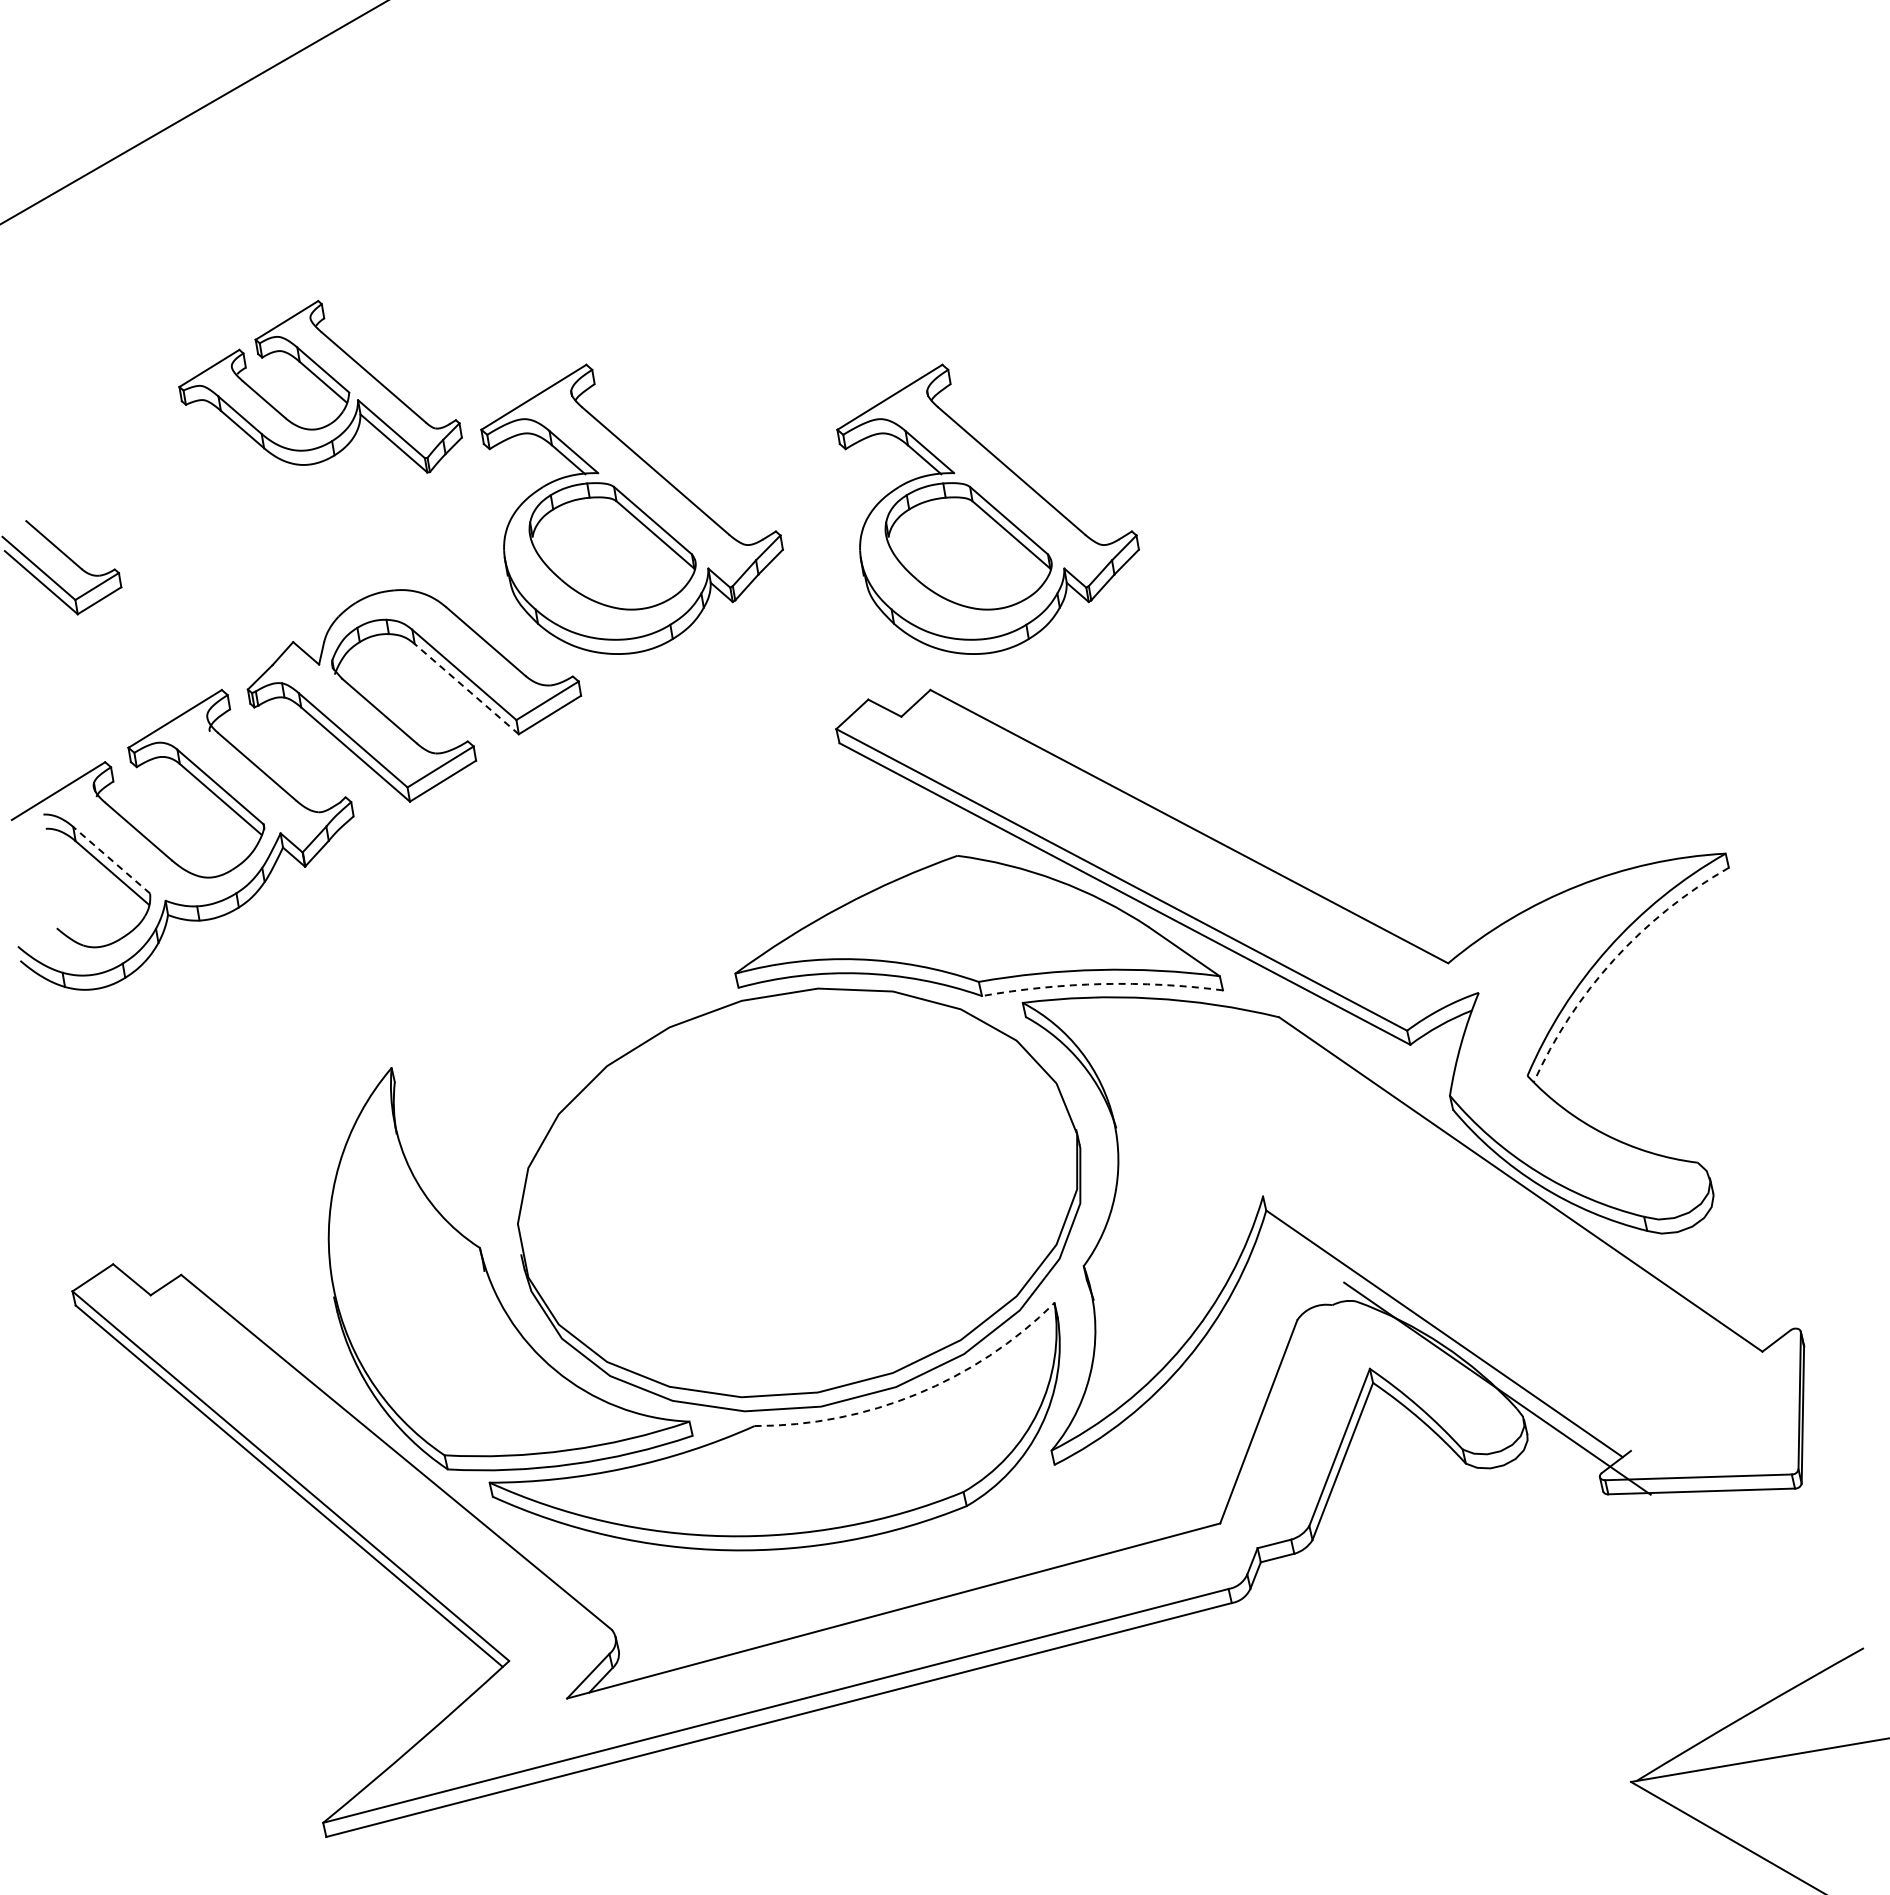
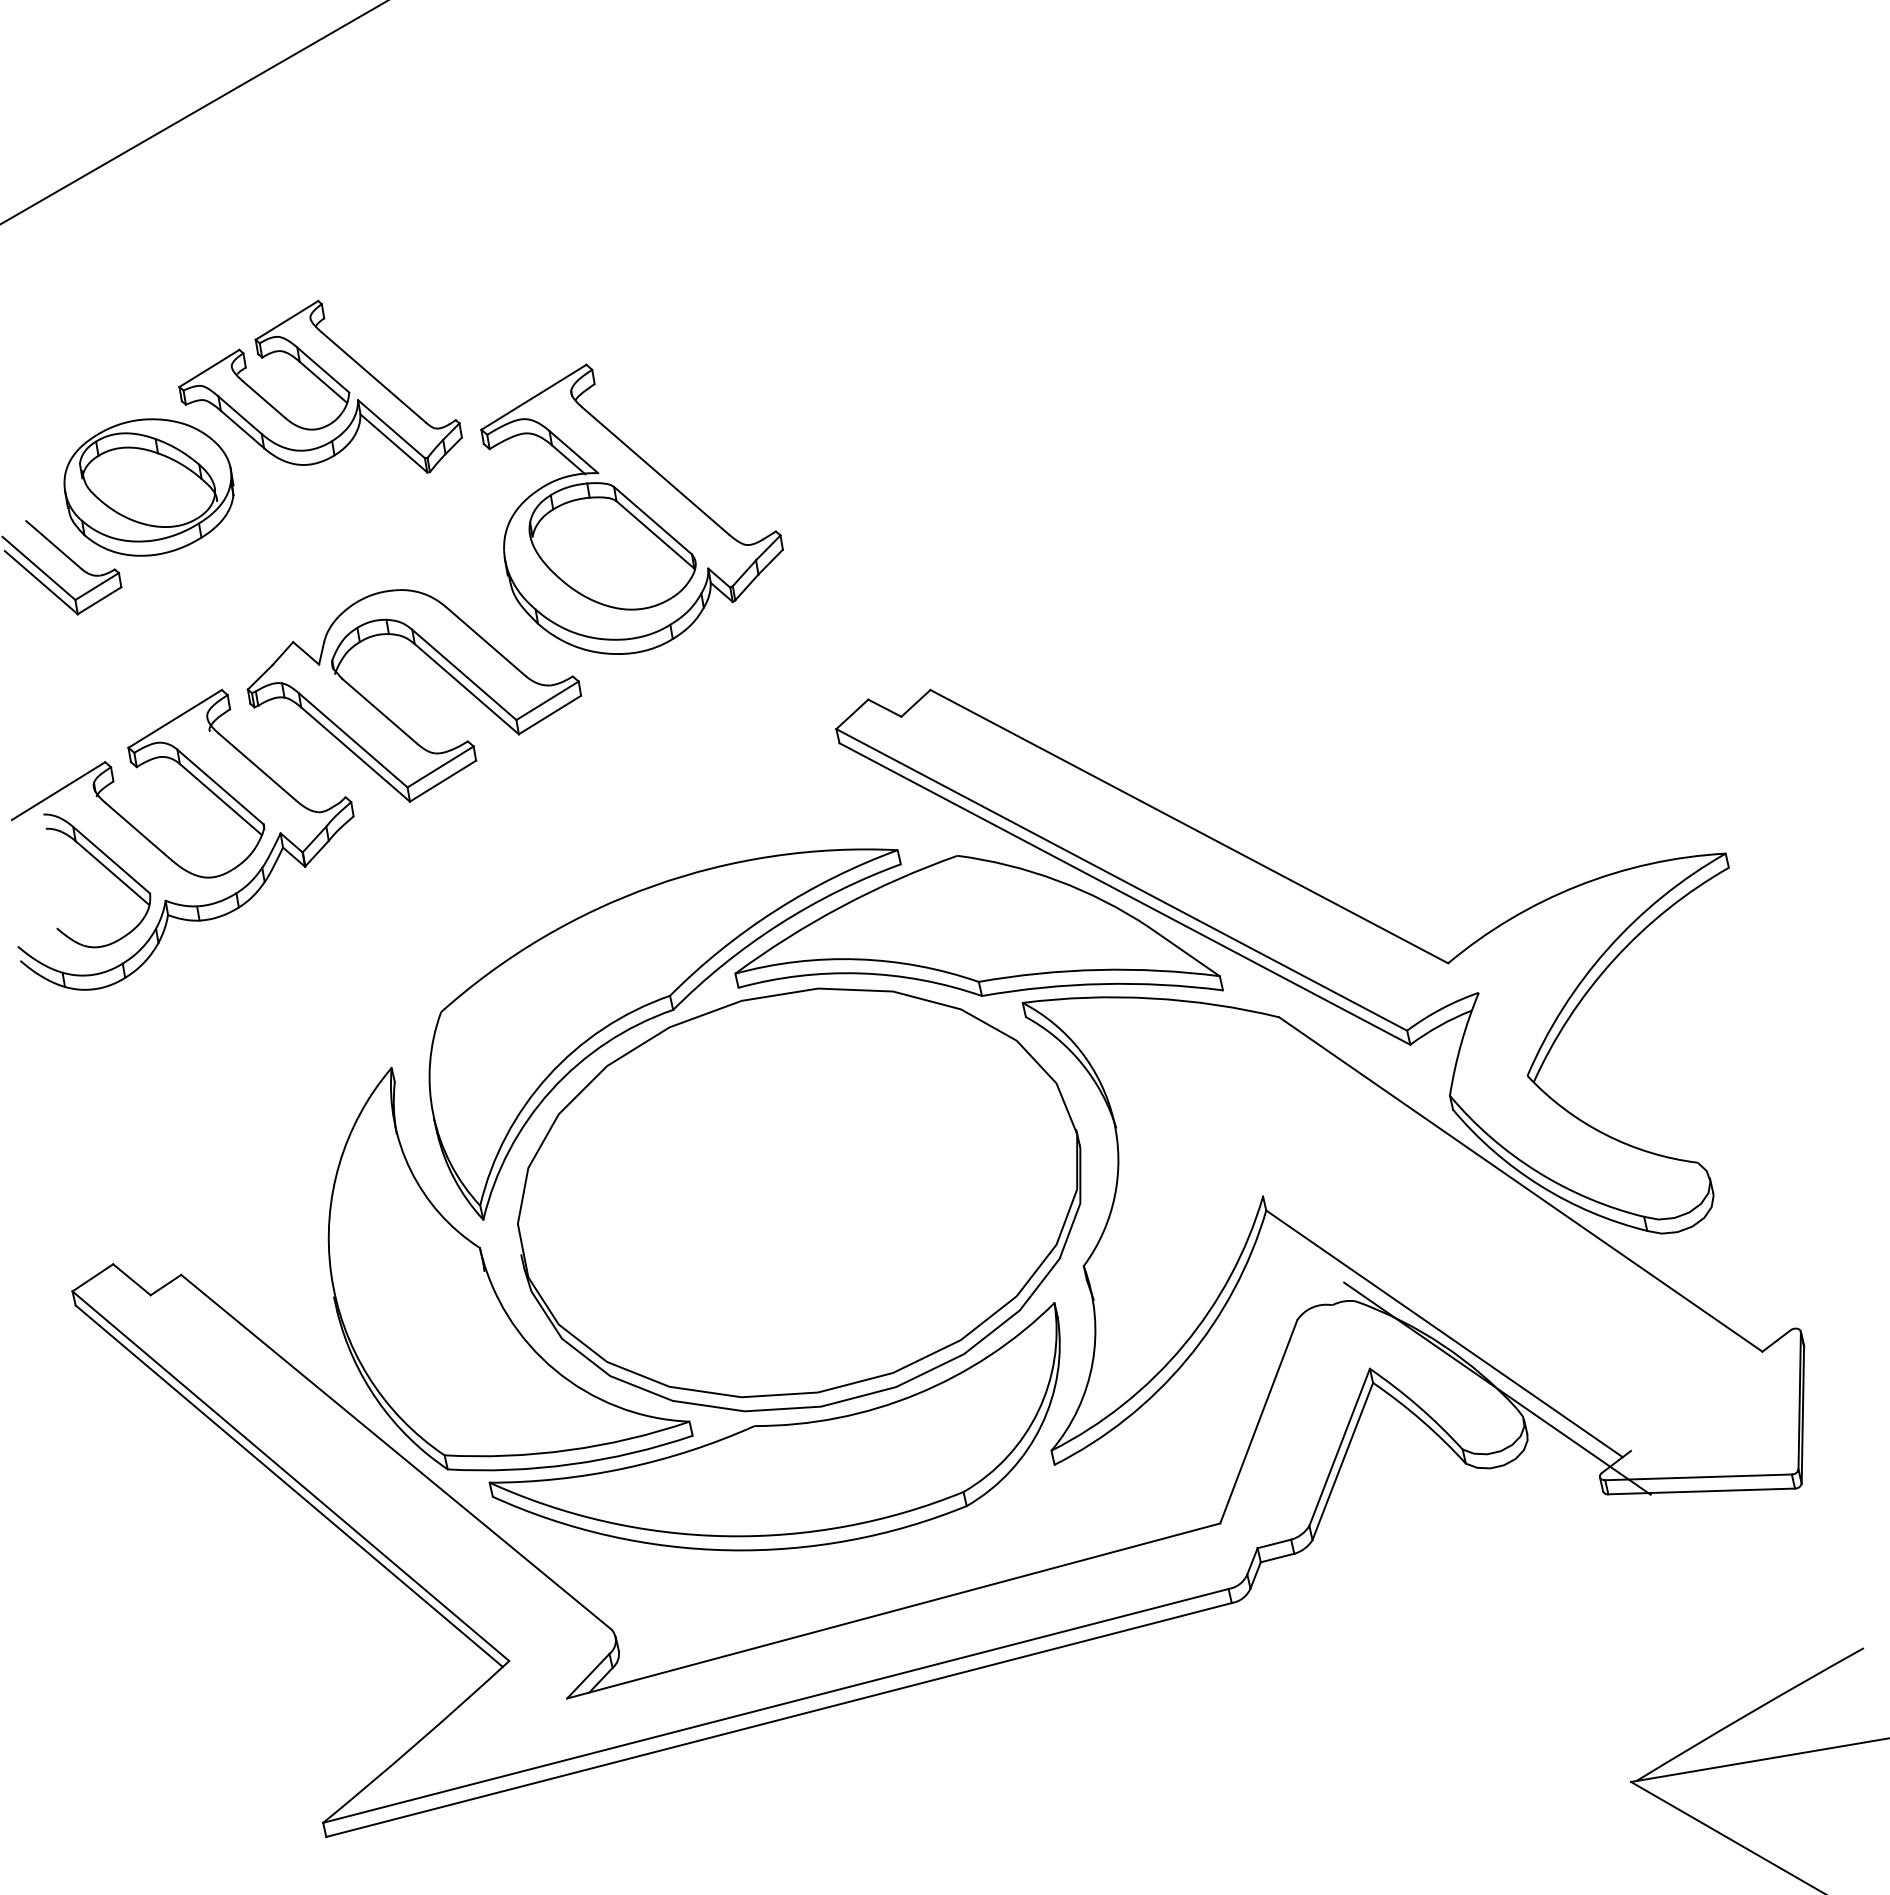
part at (148, 487): none -> present
part at (987, 508): present -> none
line at (466, 689): dashed -> solid
line at (111, 860): dashed -> solid
arc at (1614, 959): dashed -> solid
arc at (1102, 984): dashed -> solid
part at (659, 1016): none -> present
arc at (916, 1394): dashed -> solid
